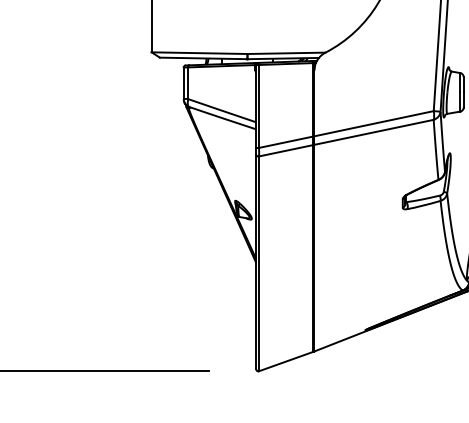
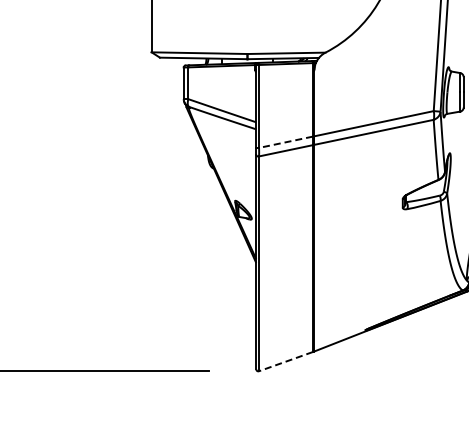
line at (285, 142): solid -> dashed
line at (285, 361): solid -> dashed
